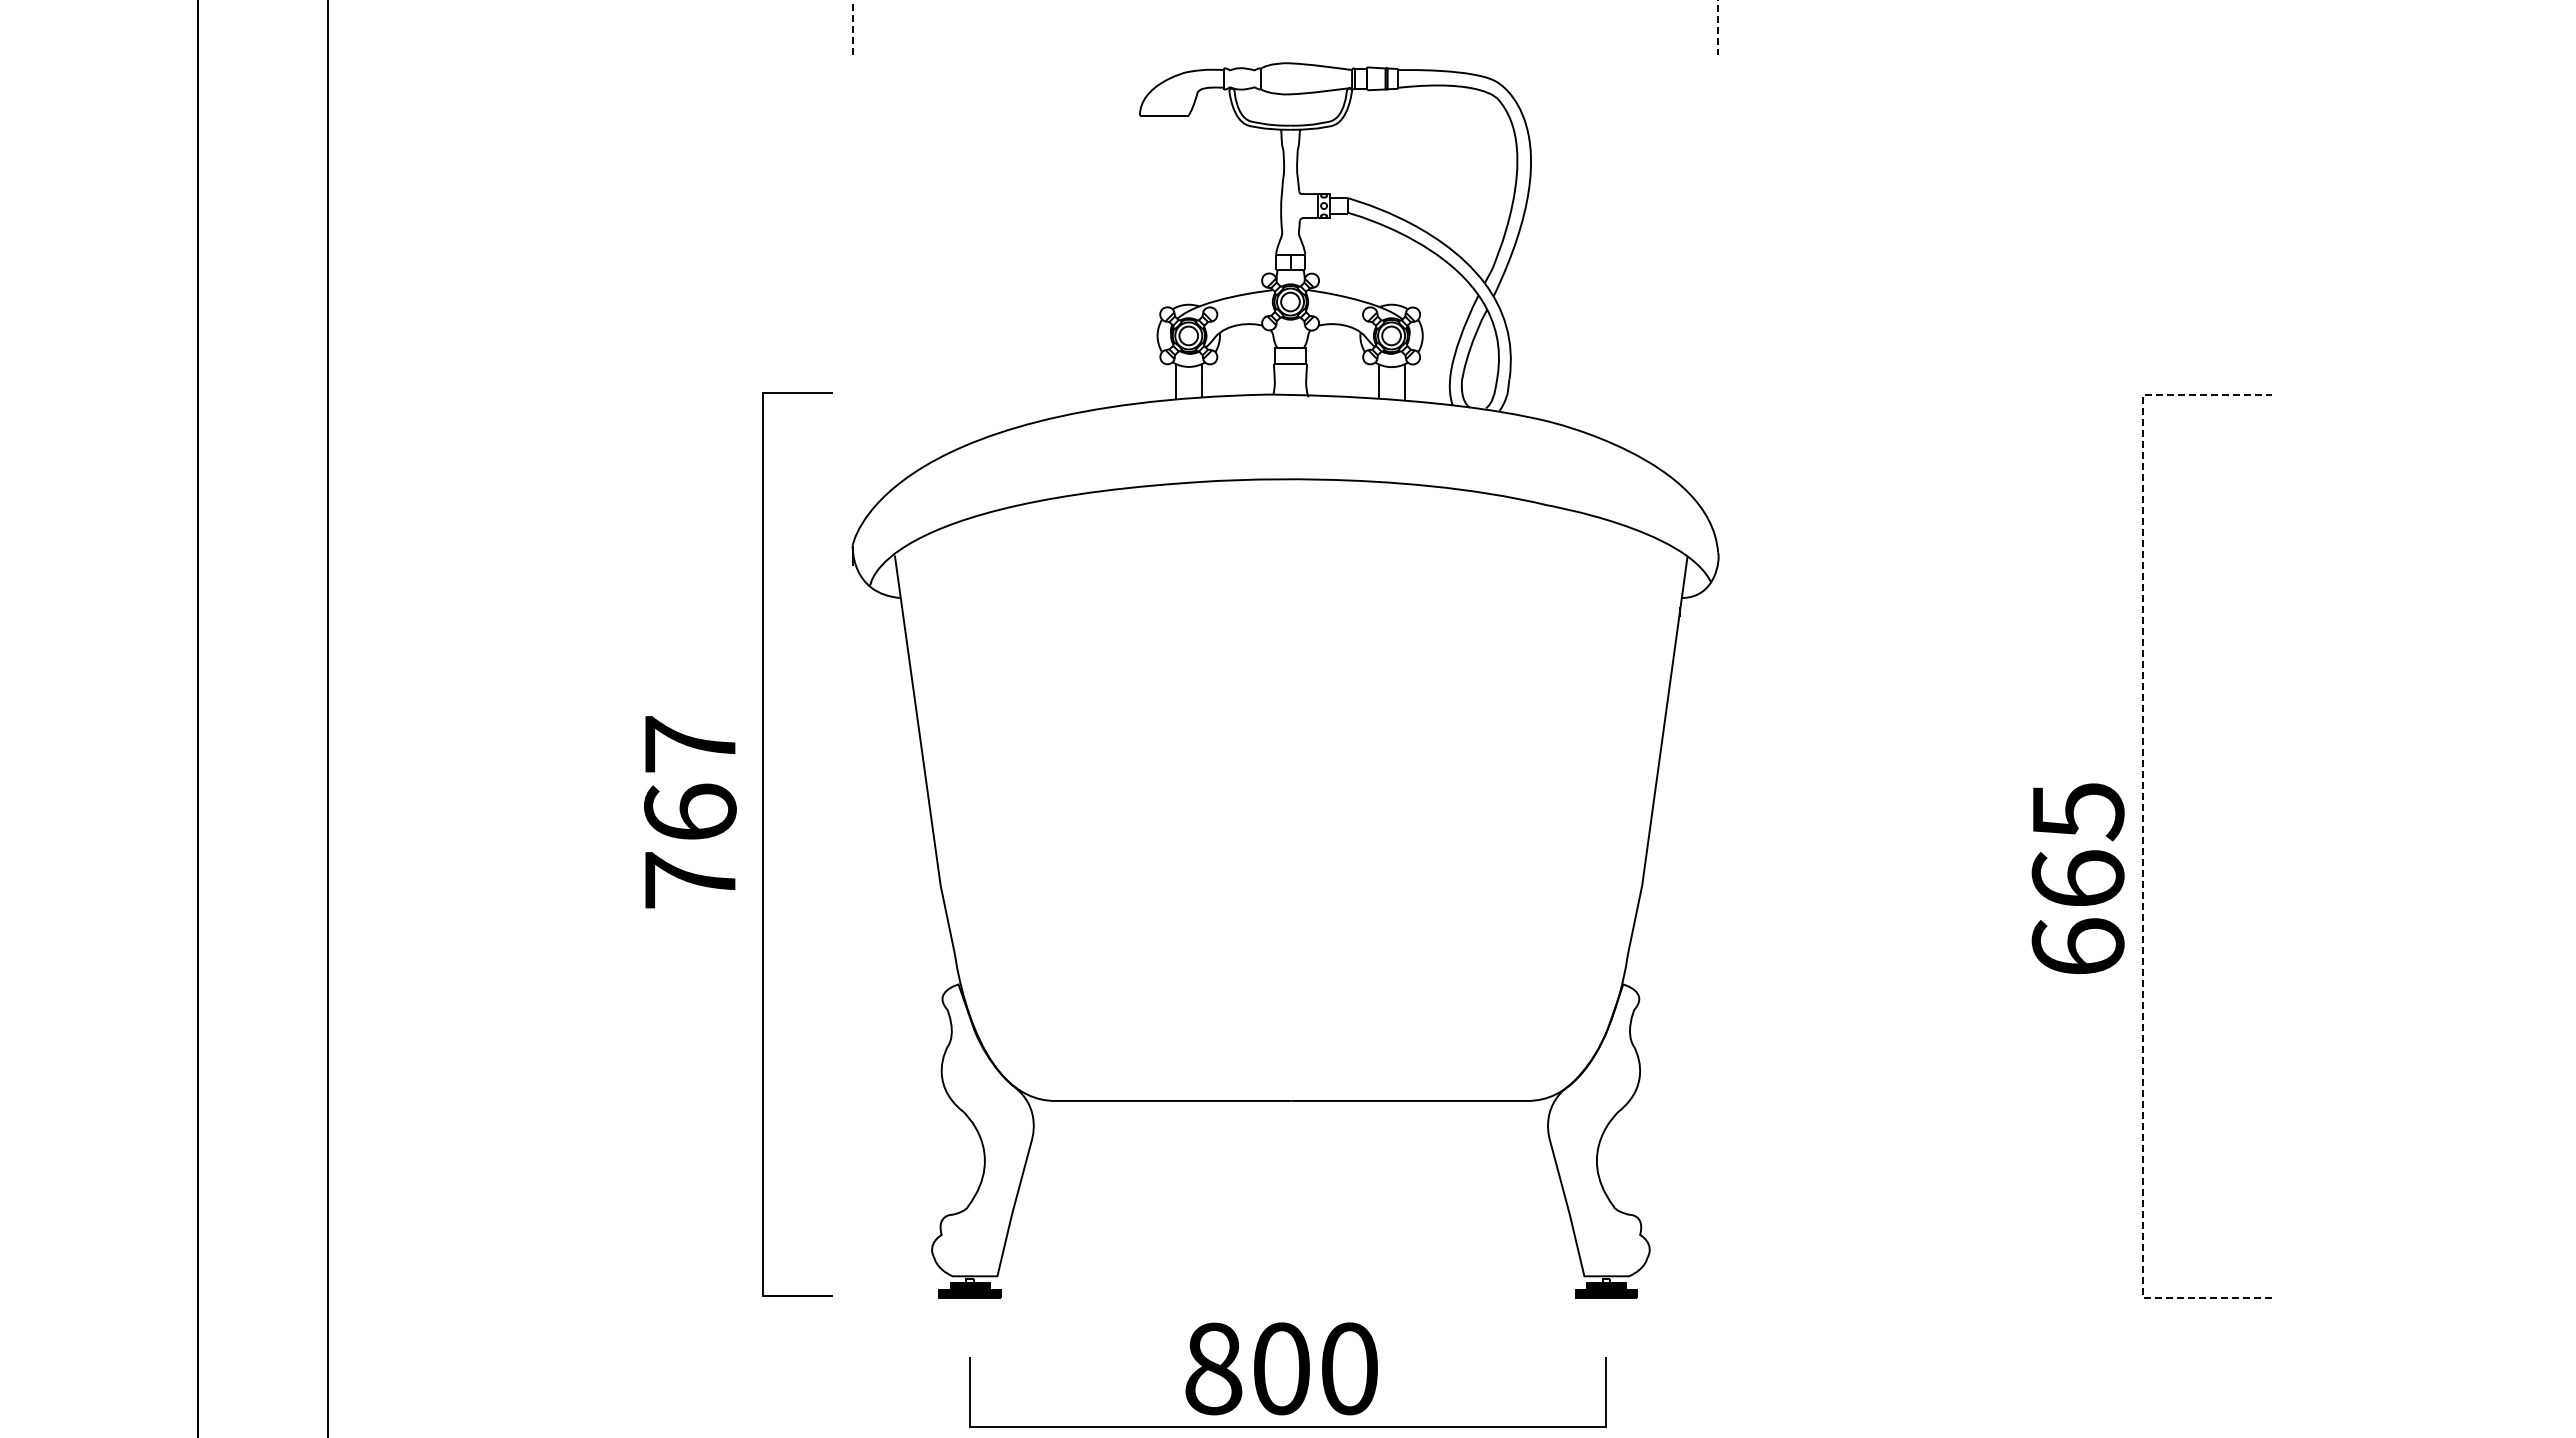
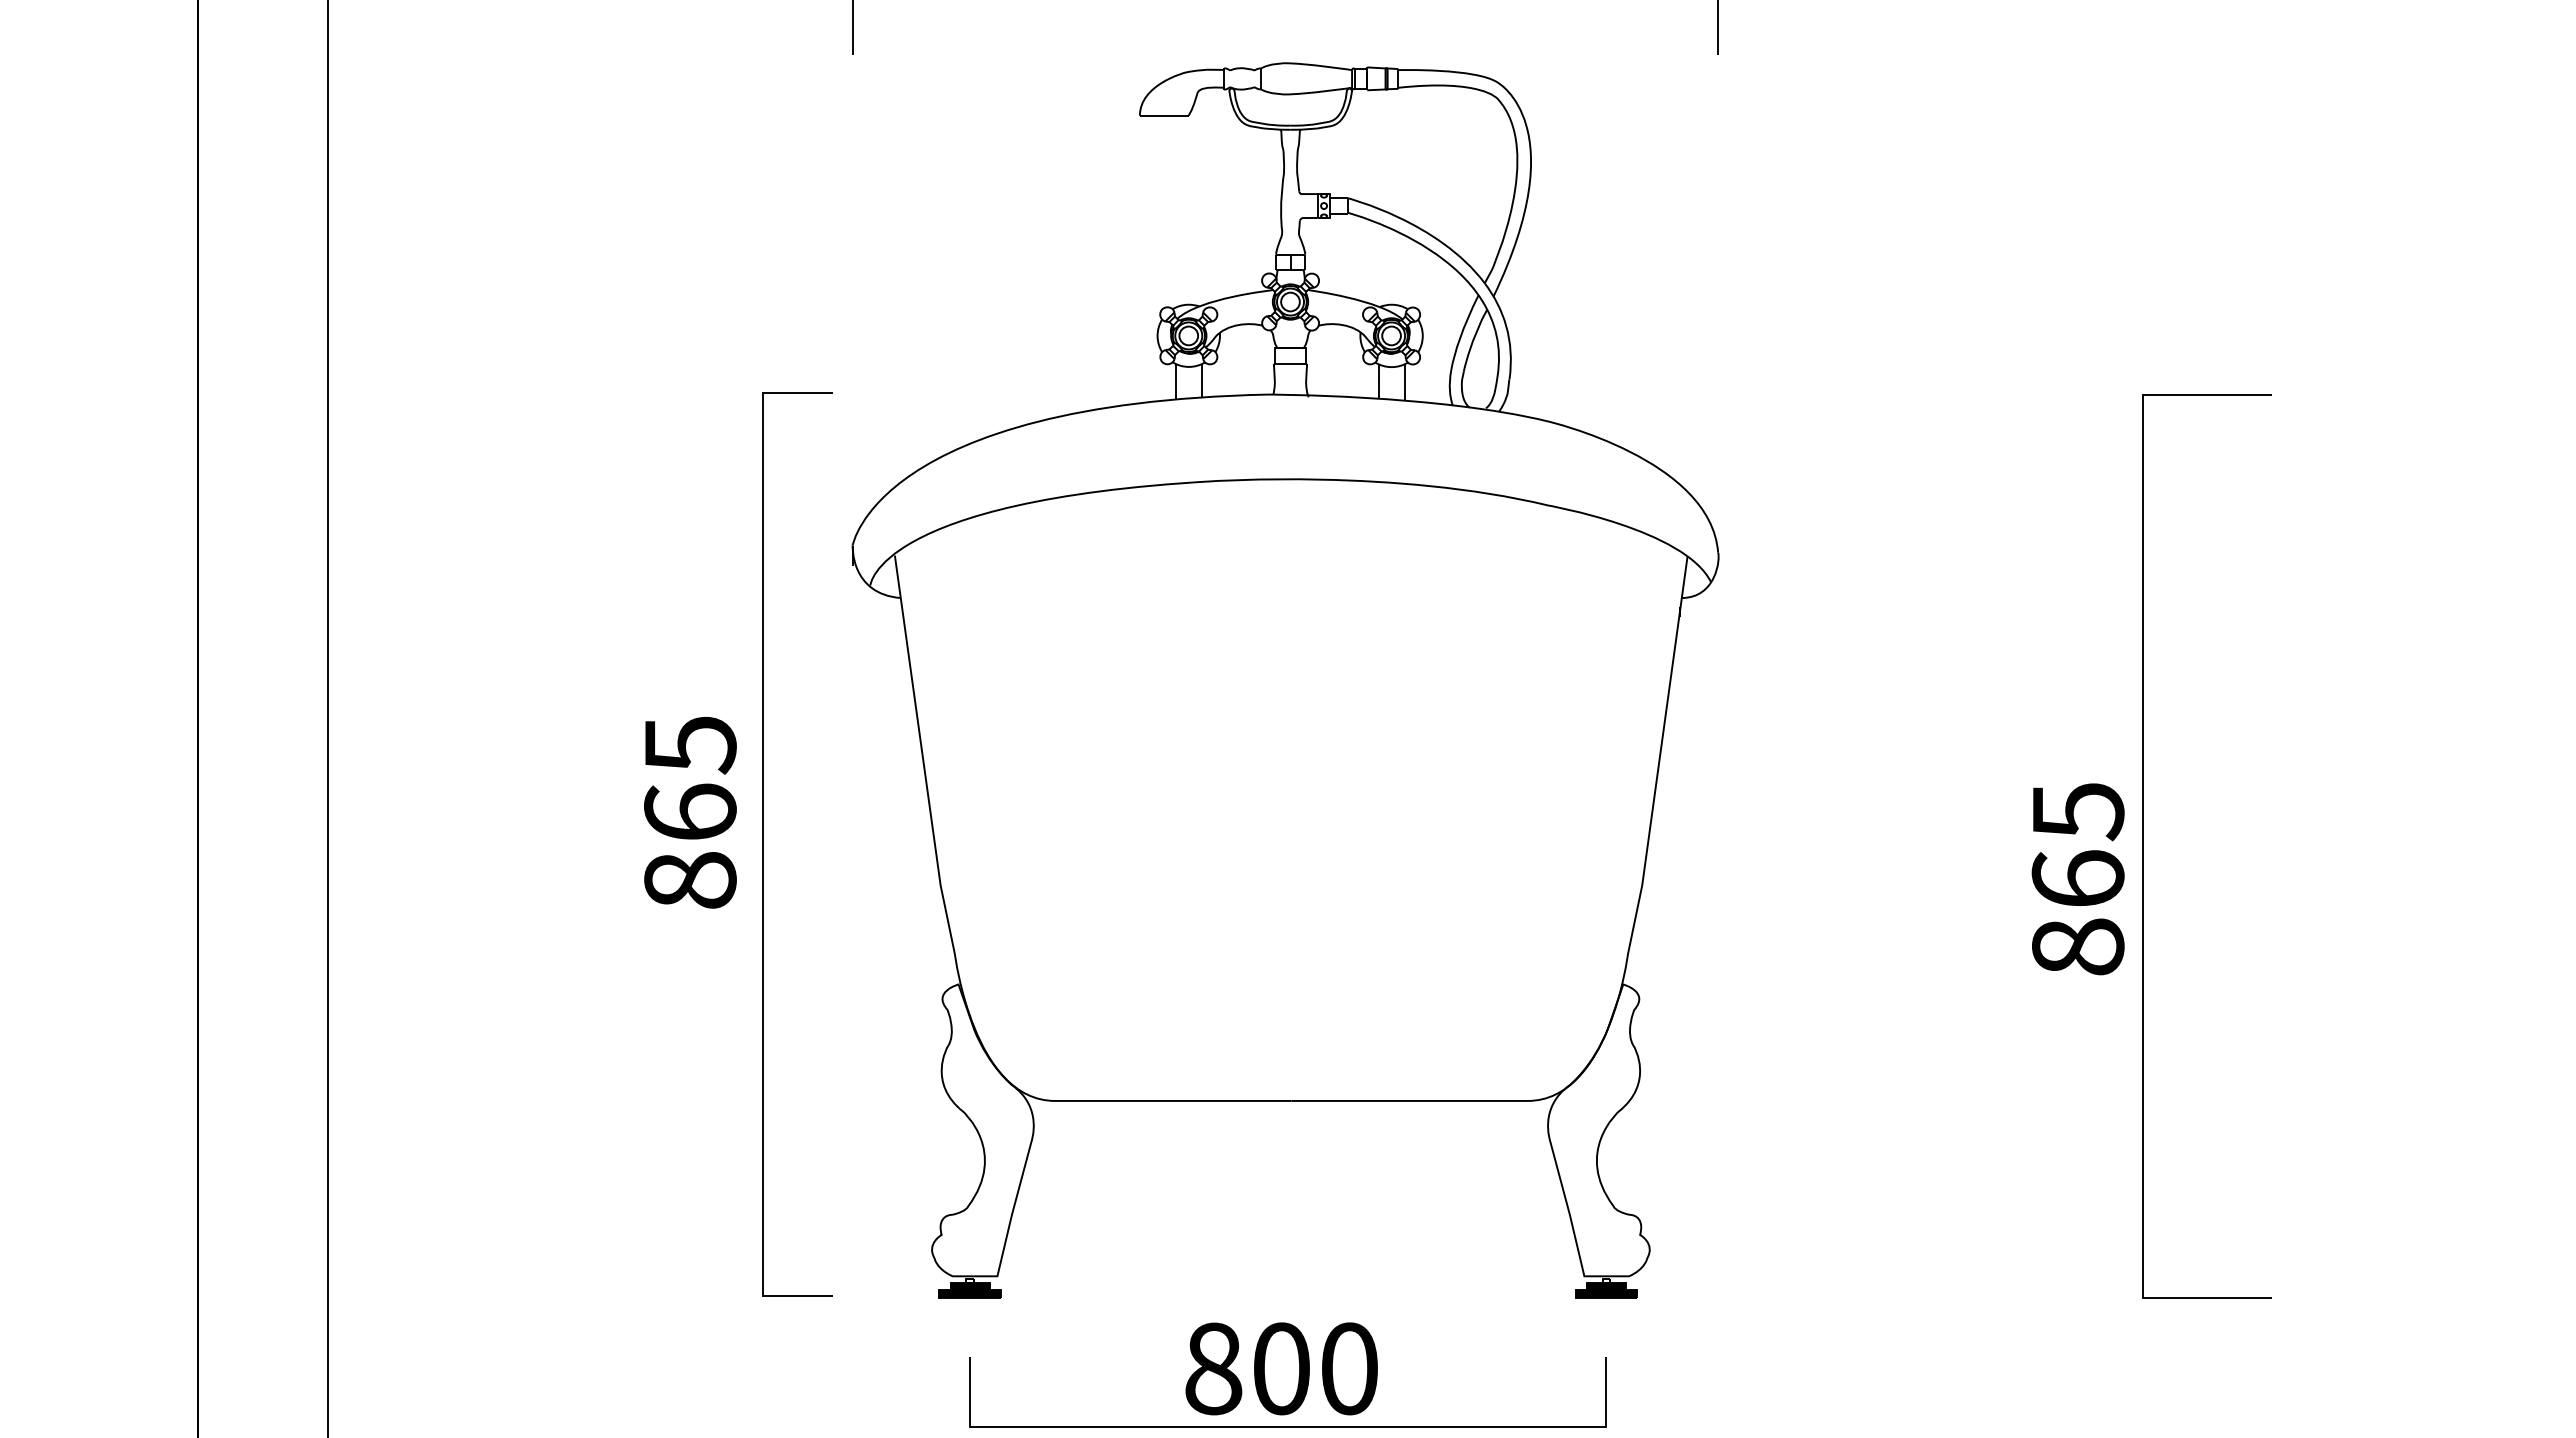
line at (1718, 0): dashed -> solid
text at (690, 812): 767 -> 865
line at (2143, 846): dashed -> solid
text at (2077, 946): 665 -> 865
